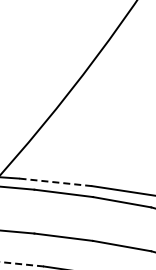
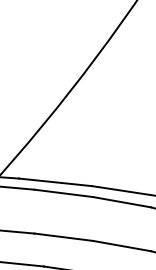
line at (55, 182): dashed -> solid
line at (22, 264): dashed -> solid
